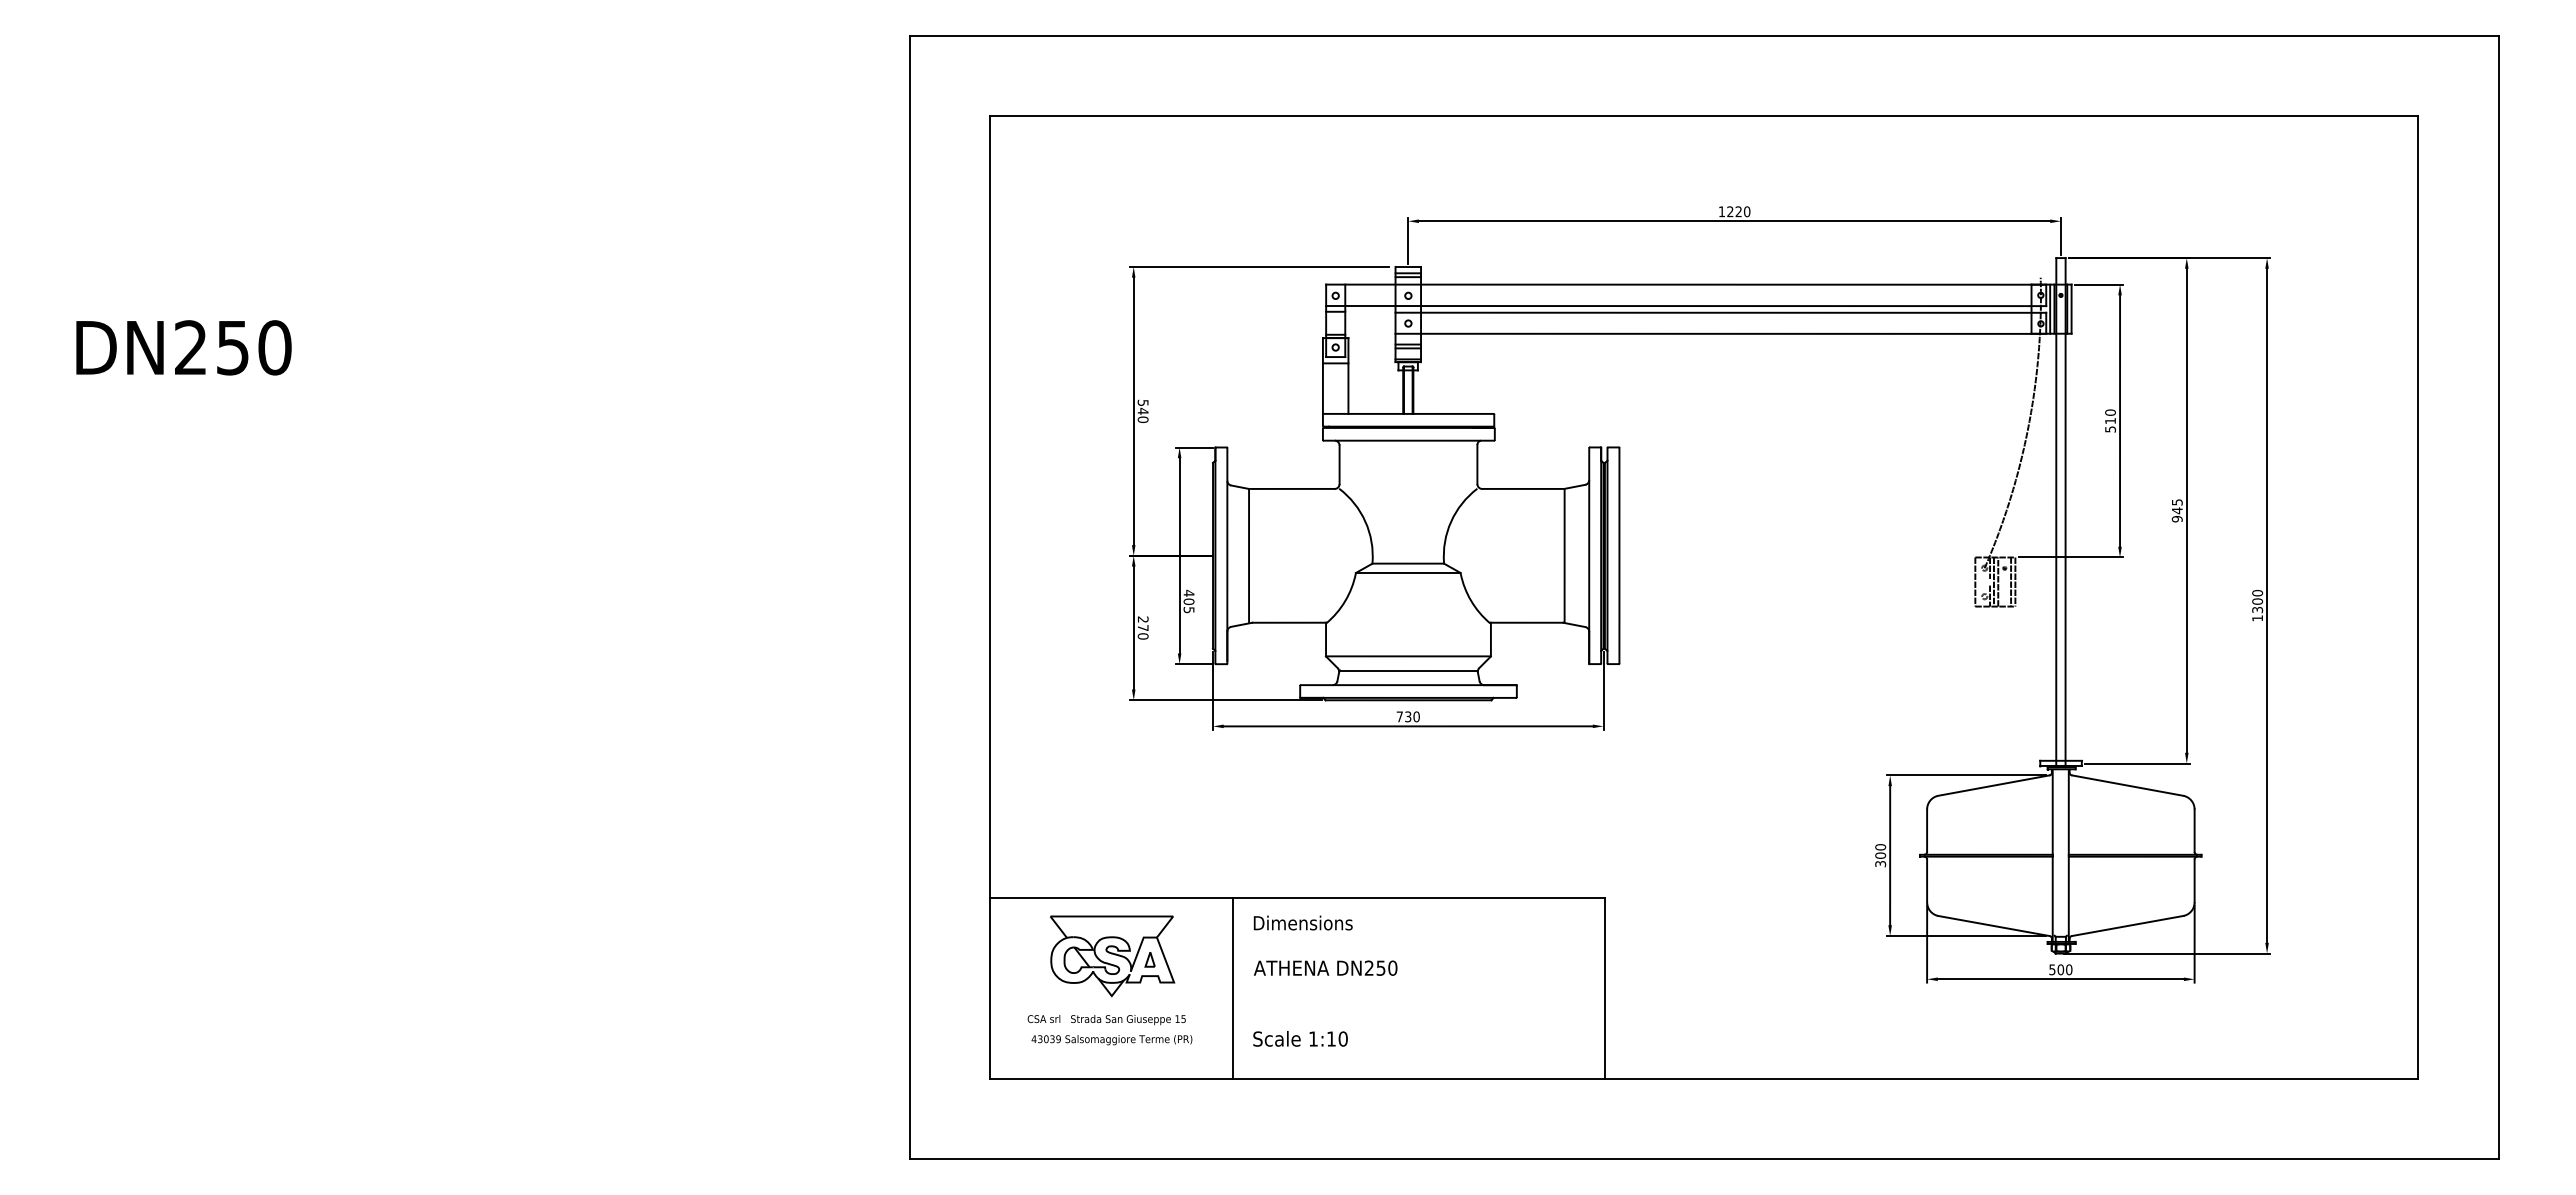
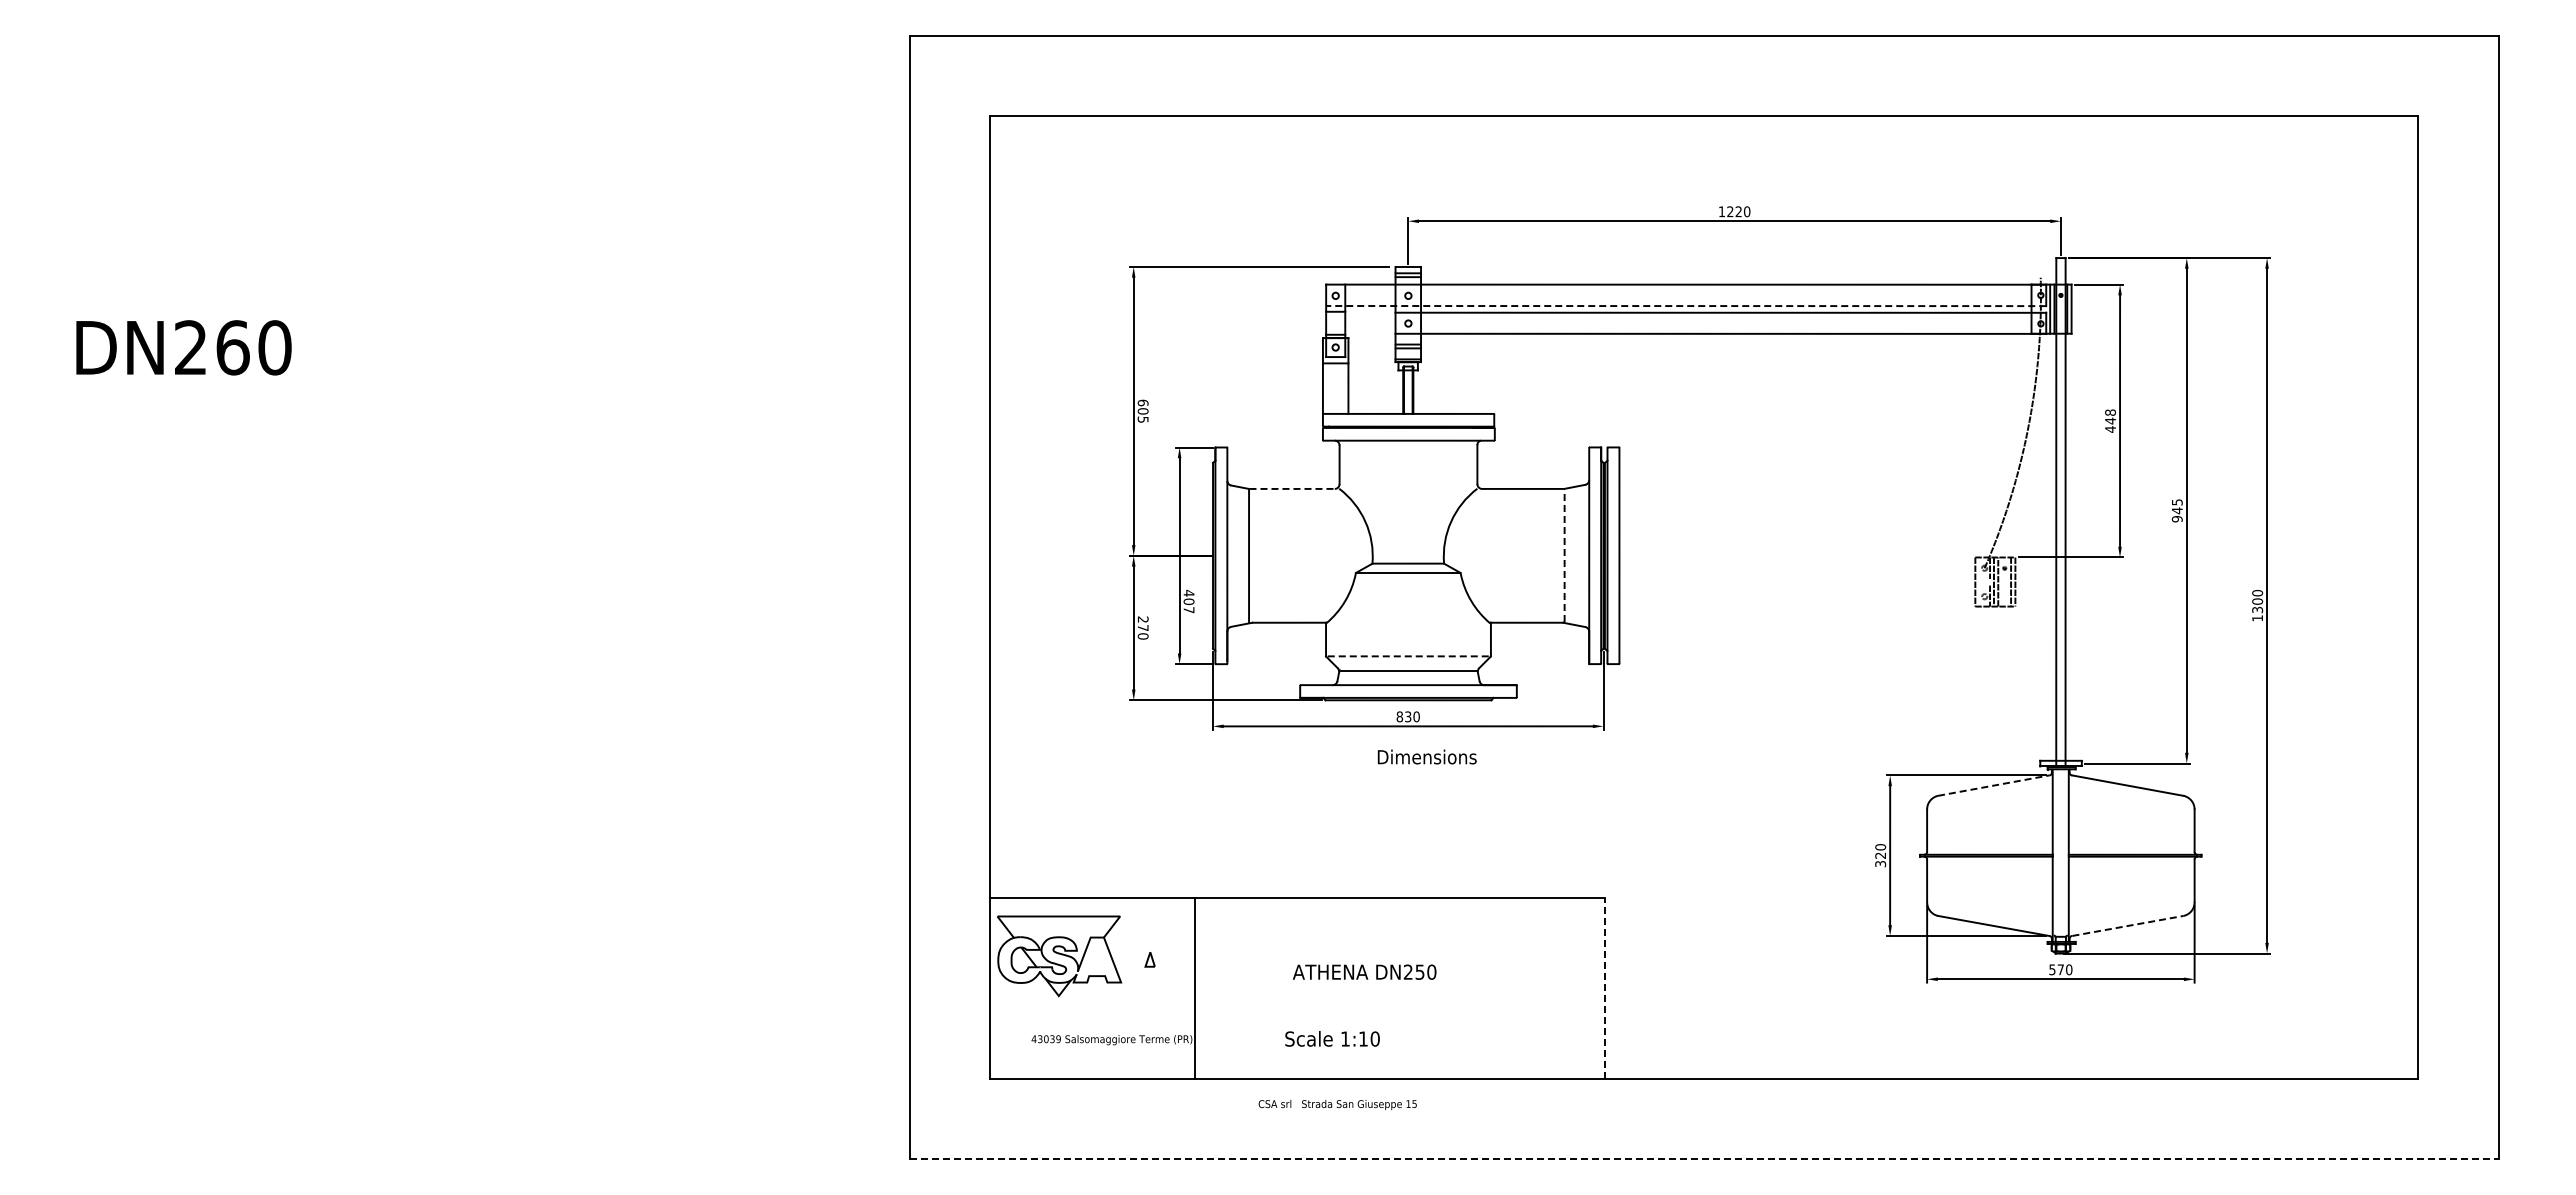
line at (1685, 306): solid -> dashed
text at (232, 347): DN250 -> DN260
text at (1142, 411): 540 -> 605
text at (2110, 420): 510 -> 448
line at (1292, 488): solid -> dashed
line at (1564, 555): solid -> dashed
text at (1188, 610): 405 -> 407
line at (1408, 656): solid -> dashed
text at (1399, 716): 730 -> 830
line at (1994, 785): solid -> dashed
text at (1880, 855): 300 -> 320
text at (1302, 922) position: (1302, 922) -> (1426, 756)
line at (2128, 925): solid -> dashed
part at (1112, 956) position: (1112, 956) -> (1059, 956)
text at (1325, 967) position: (1325, 967) -> (1364, 971)
text at (2060, 969): 500 -> 570
line at (1233, 988) position: (1233, 988) -> (1195, 988)
line at (1604, 988): solid -> dashed
text at (1106, 1020) position: (1106, 1020) -> (1337, 1105)
text at (1300, 1038) position: (1300, 1038) -> (1332, 1038)
line at (1704, 1159): solid -> dashed
